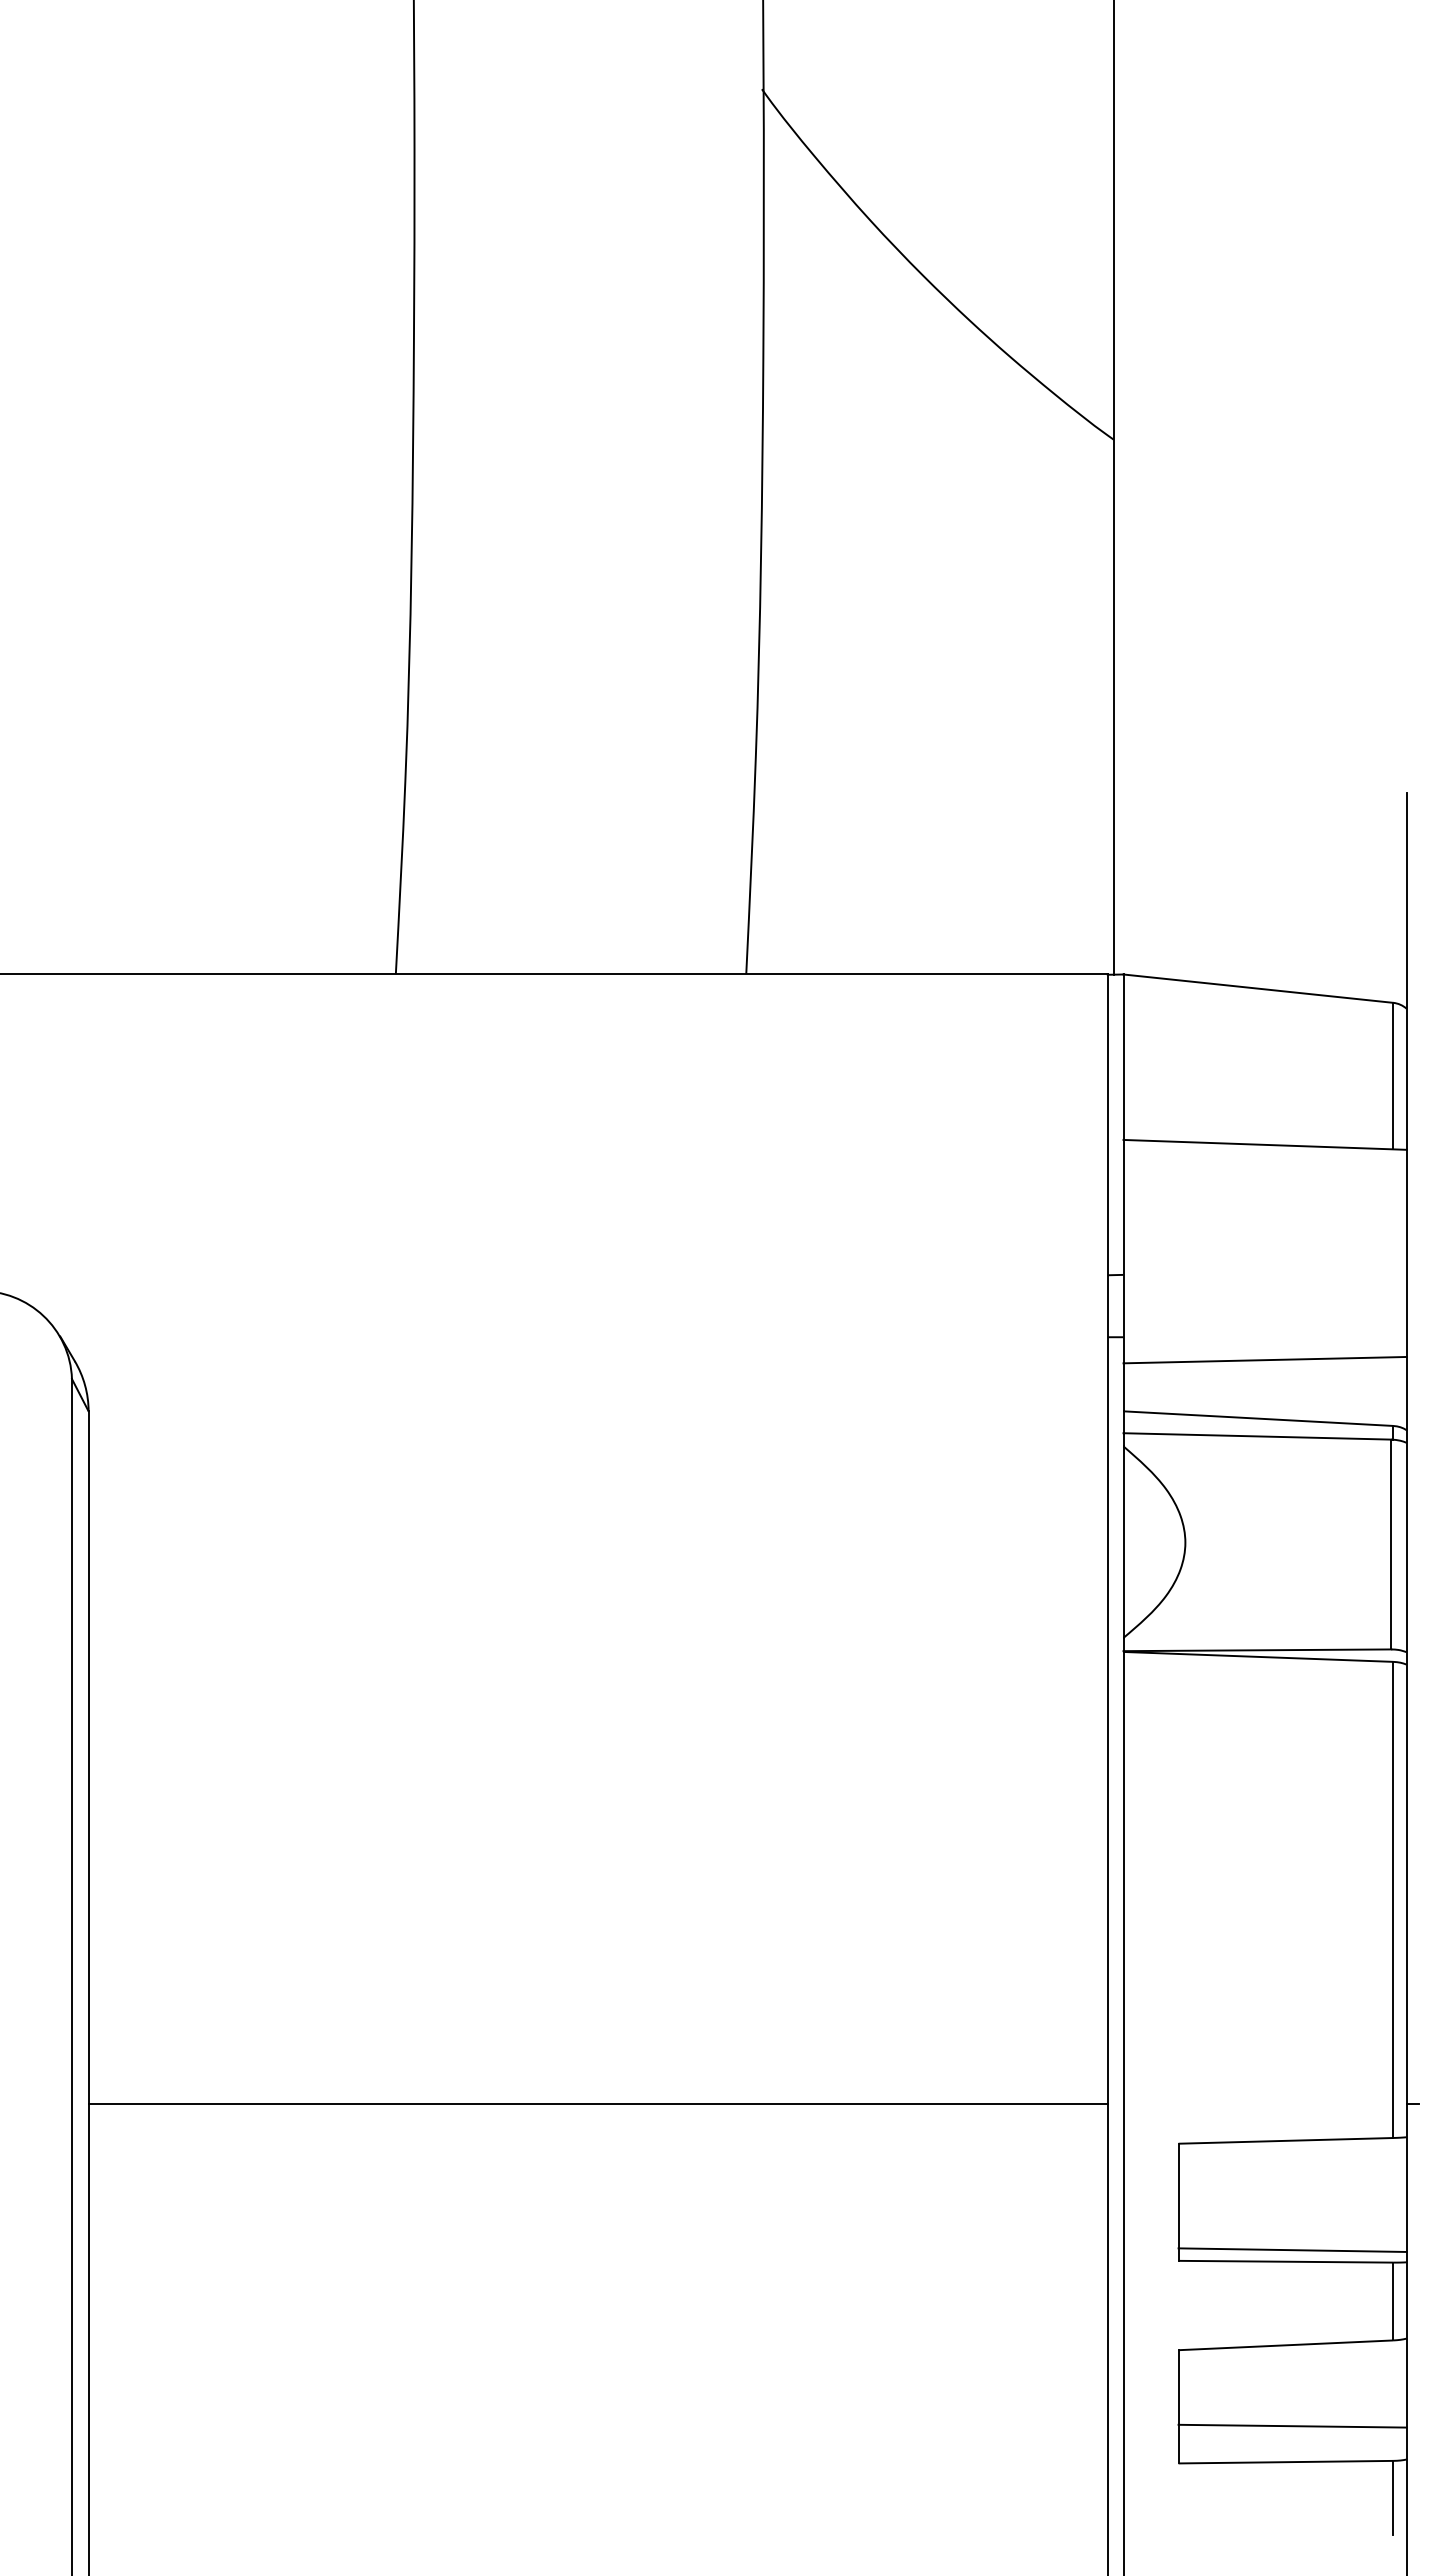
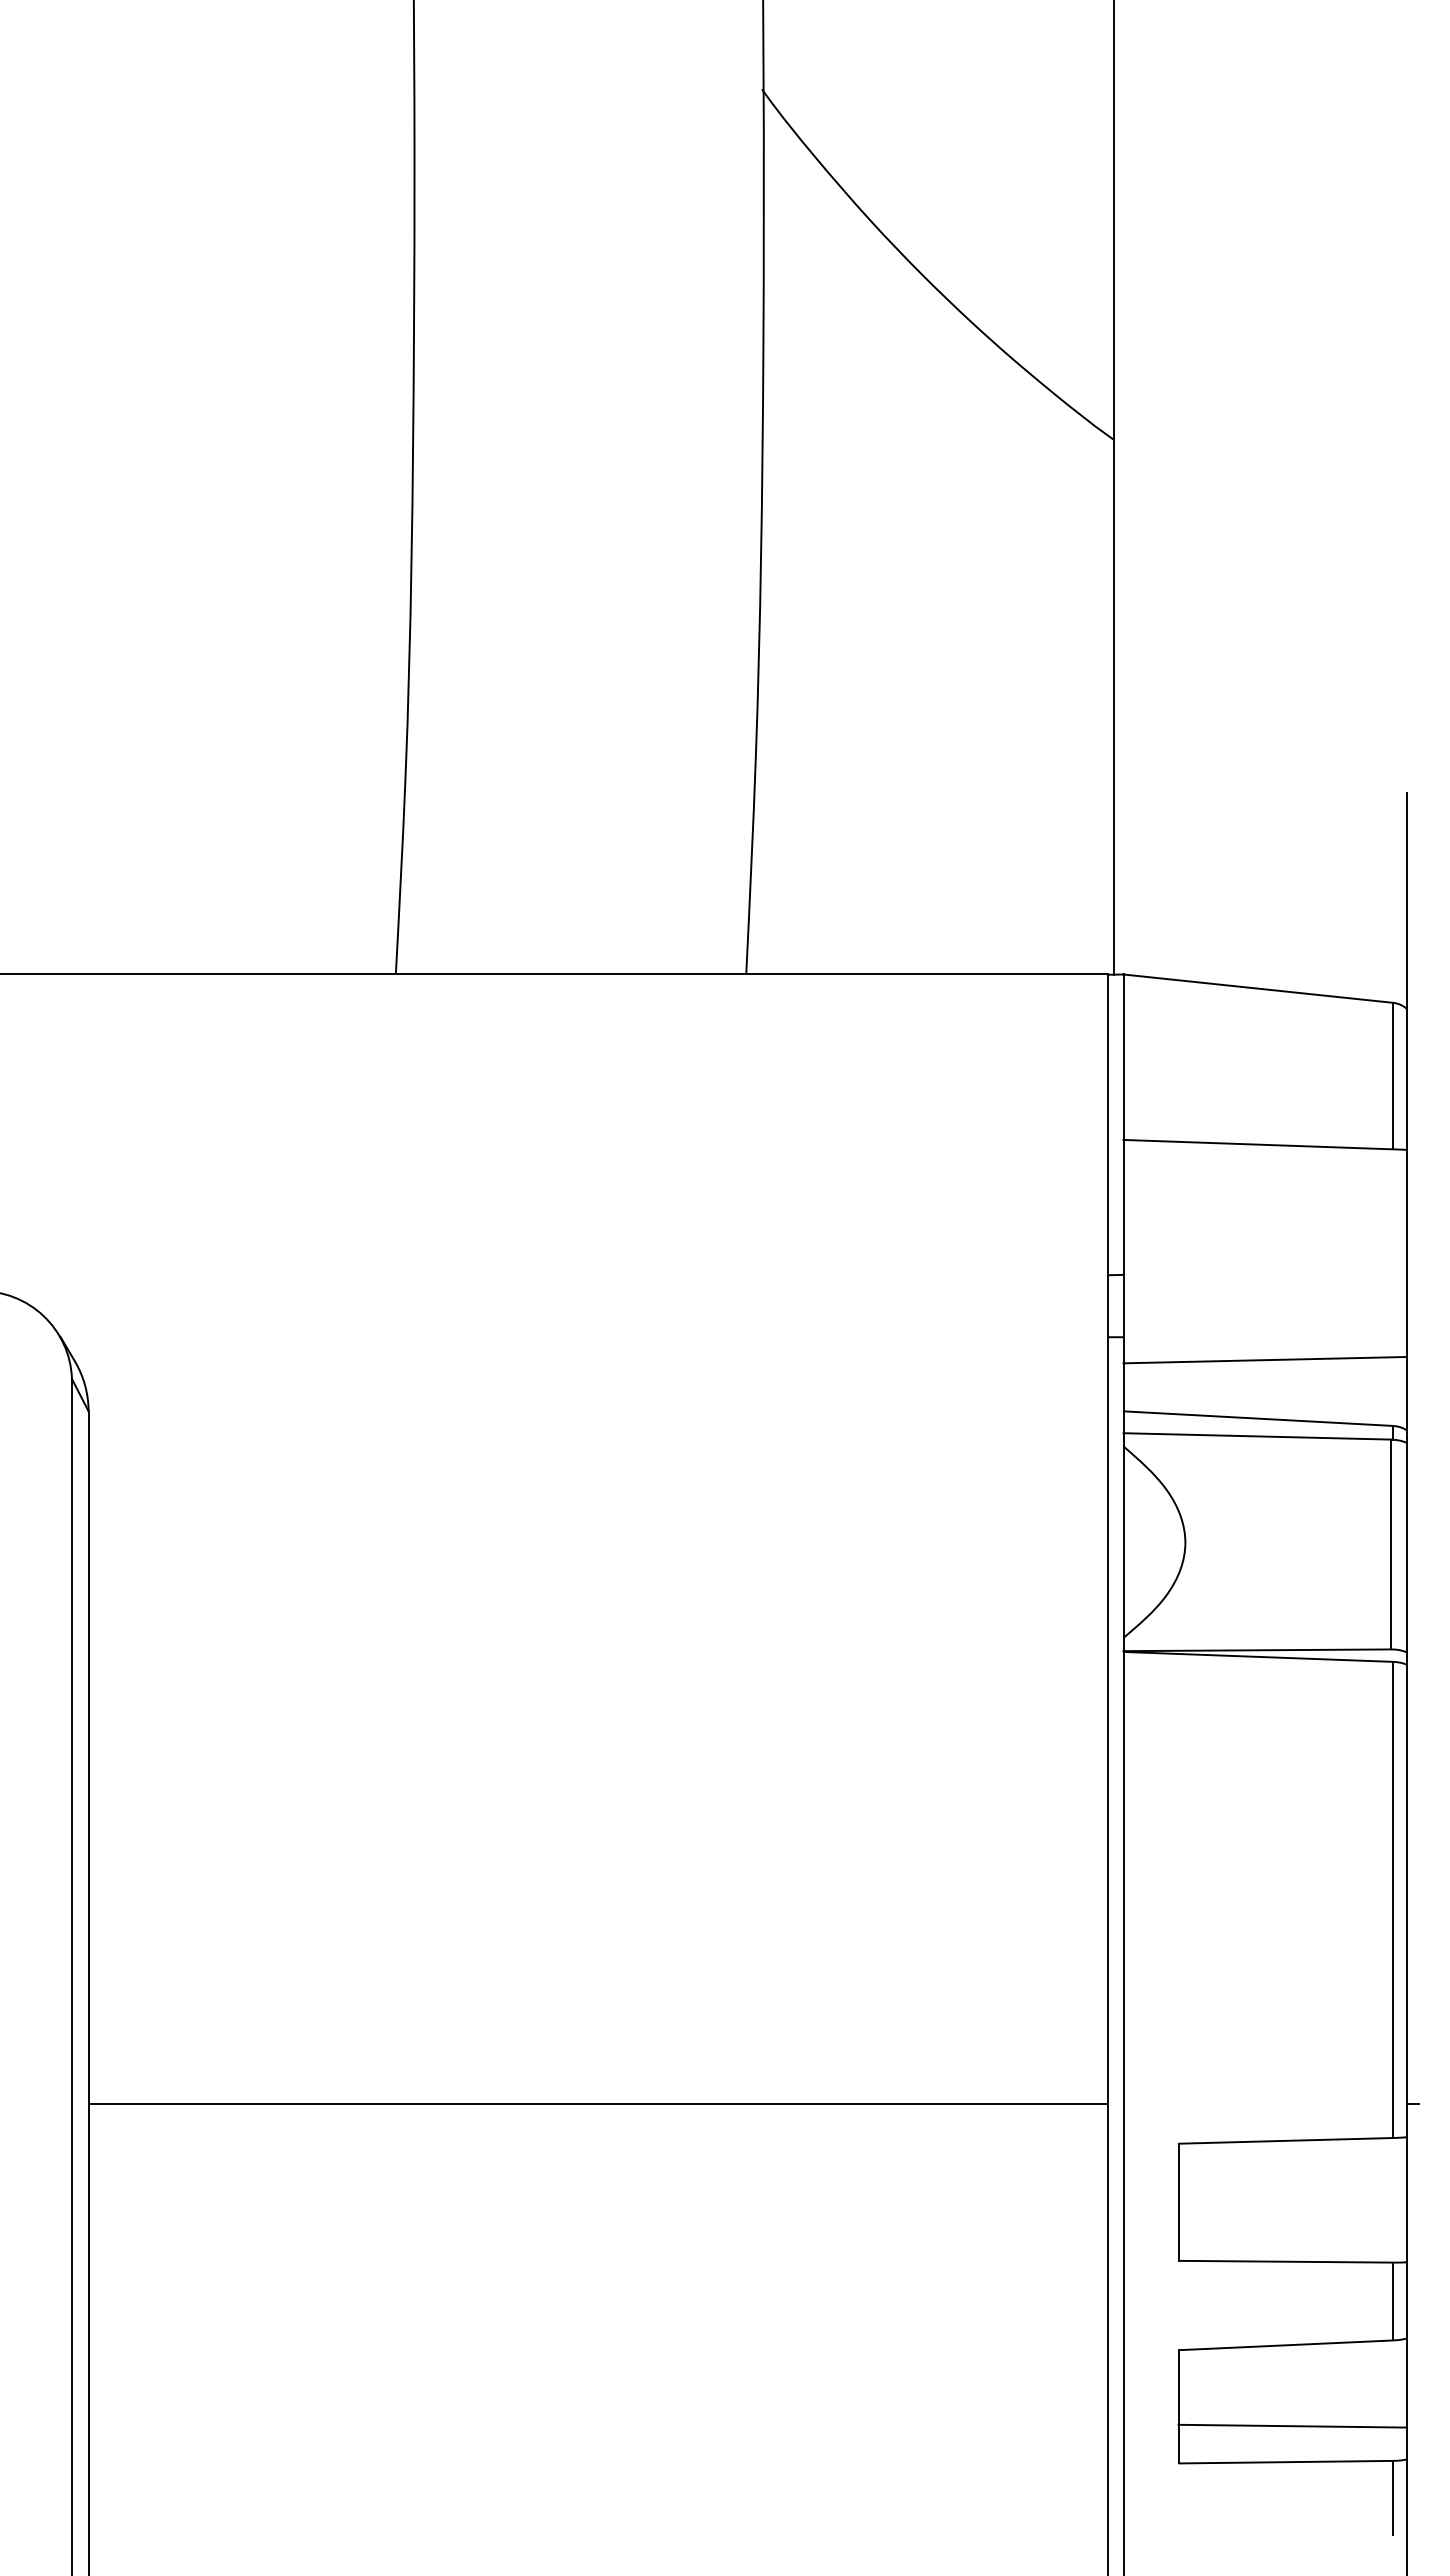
line at (1292, 2249): present -> none
